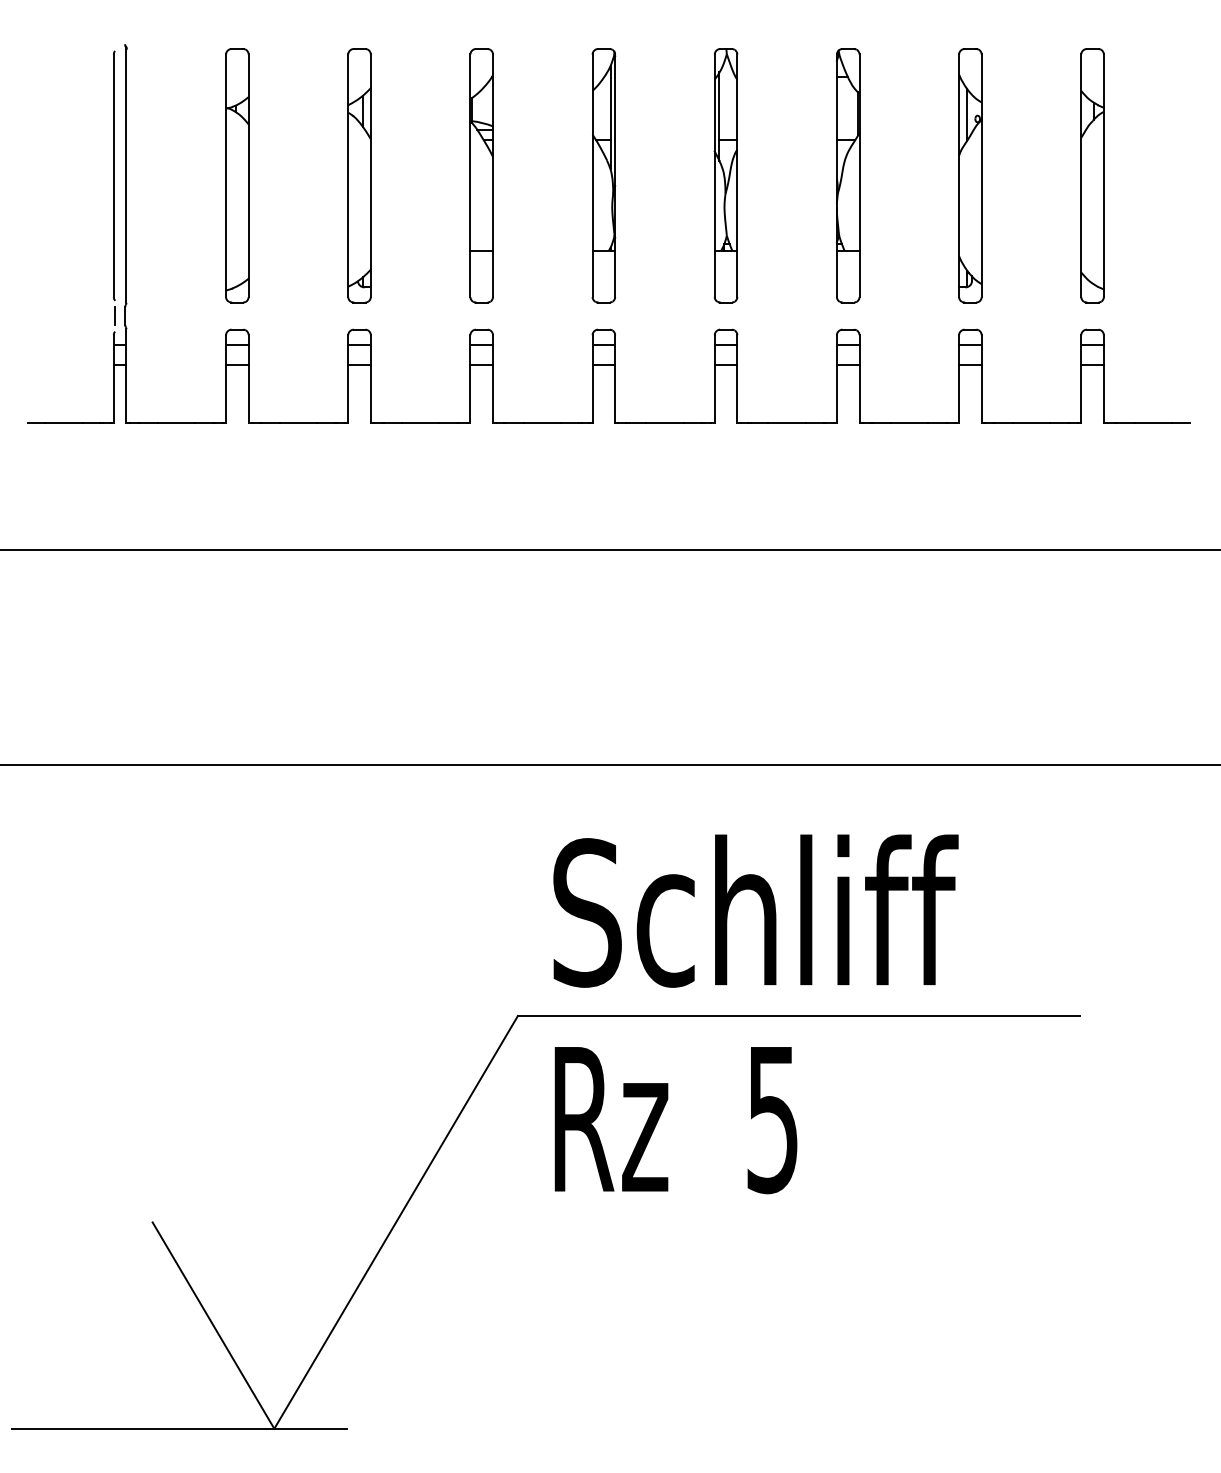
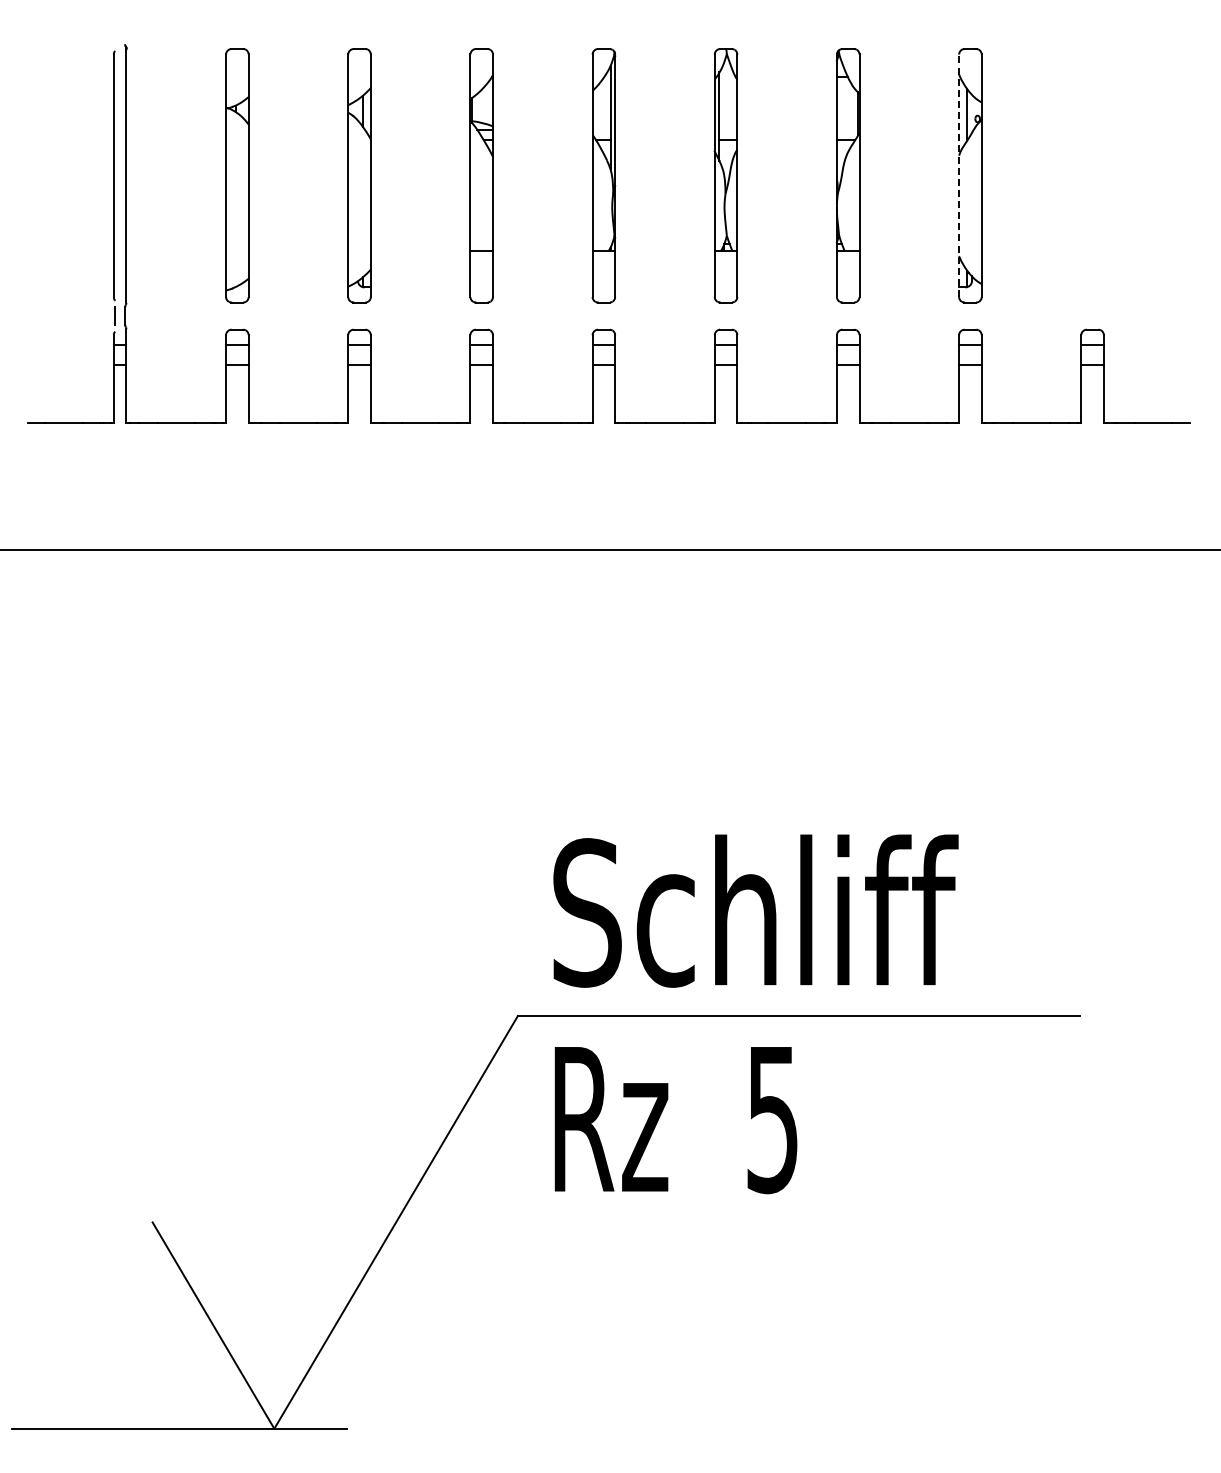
line at (959, 175): solid -> dashed
part at (1092, 175): present -> none
line at (609, 764): present -> none
